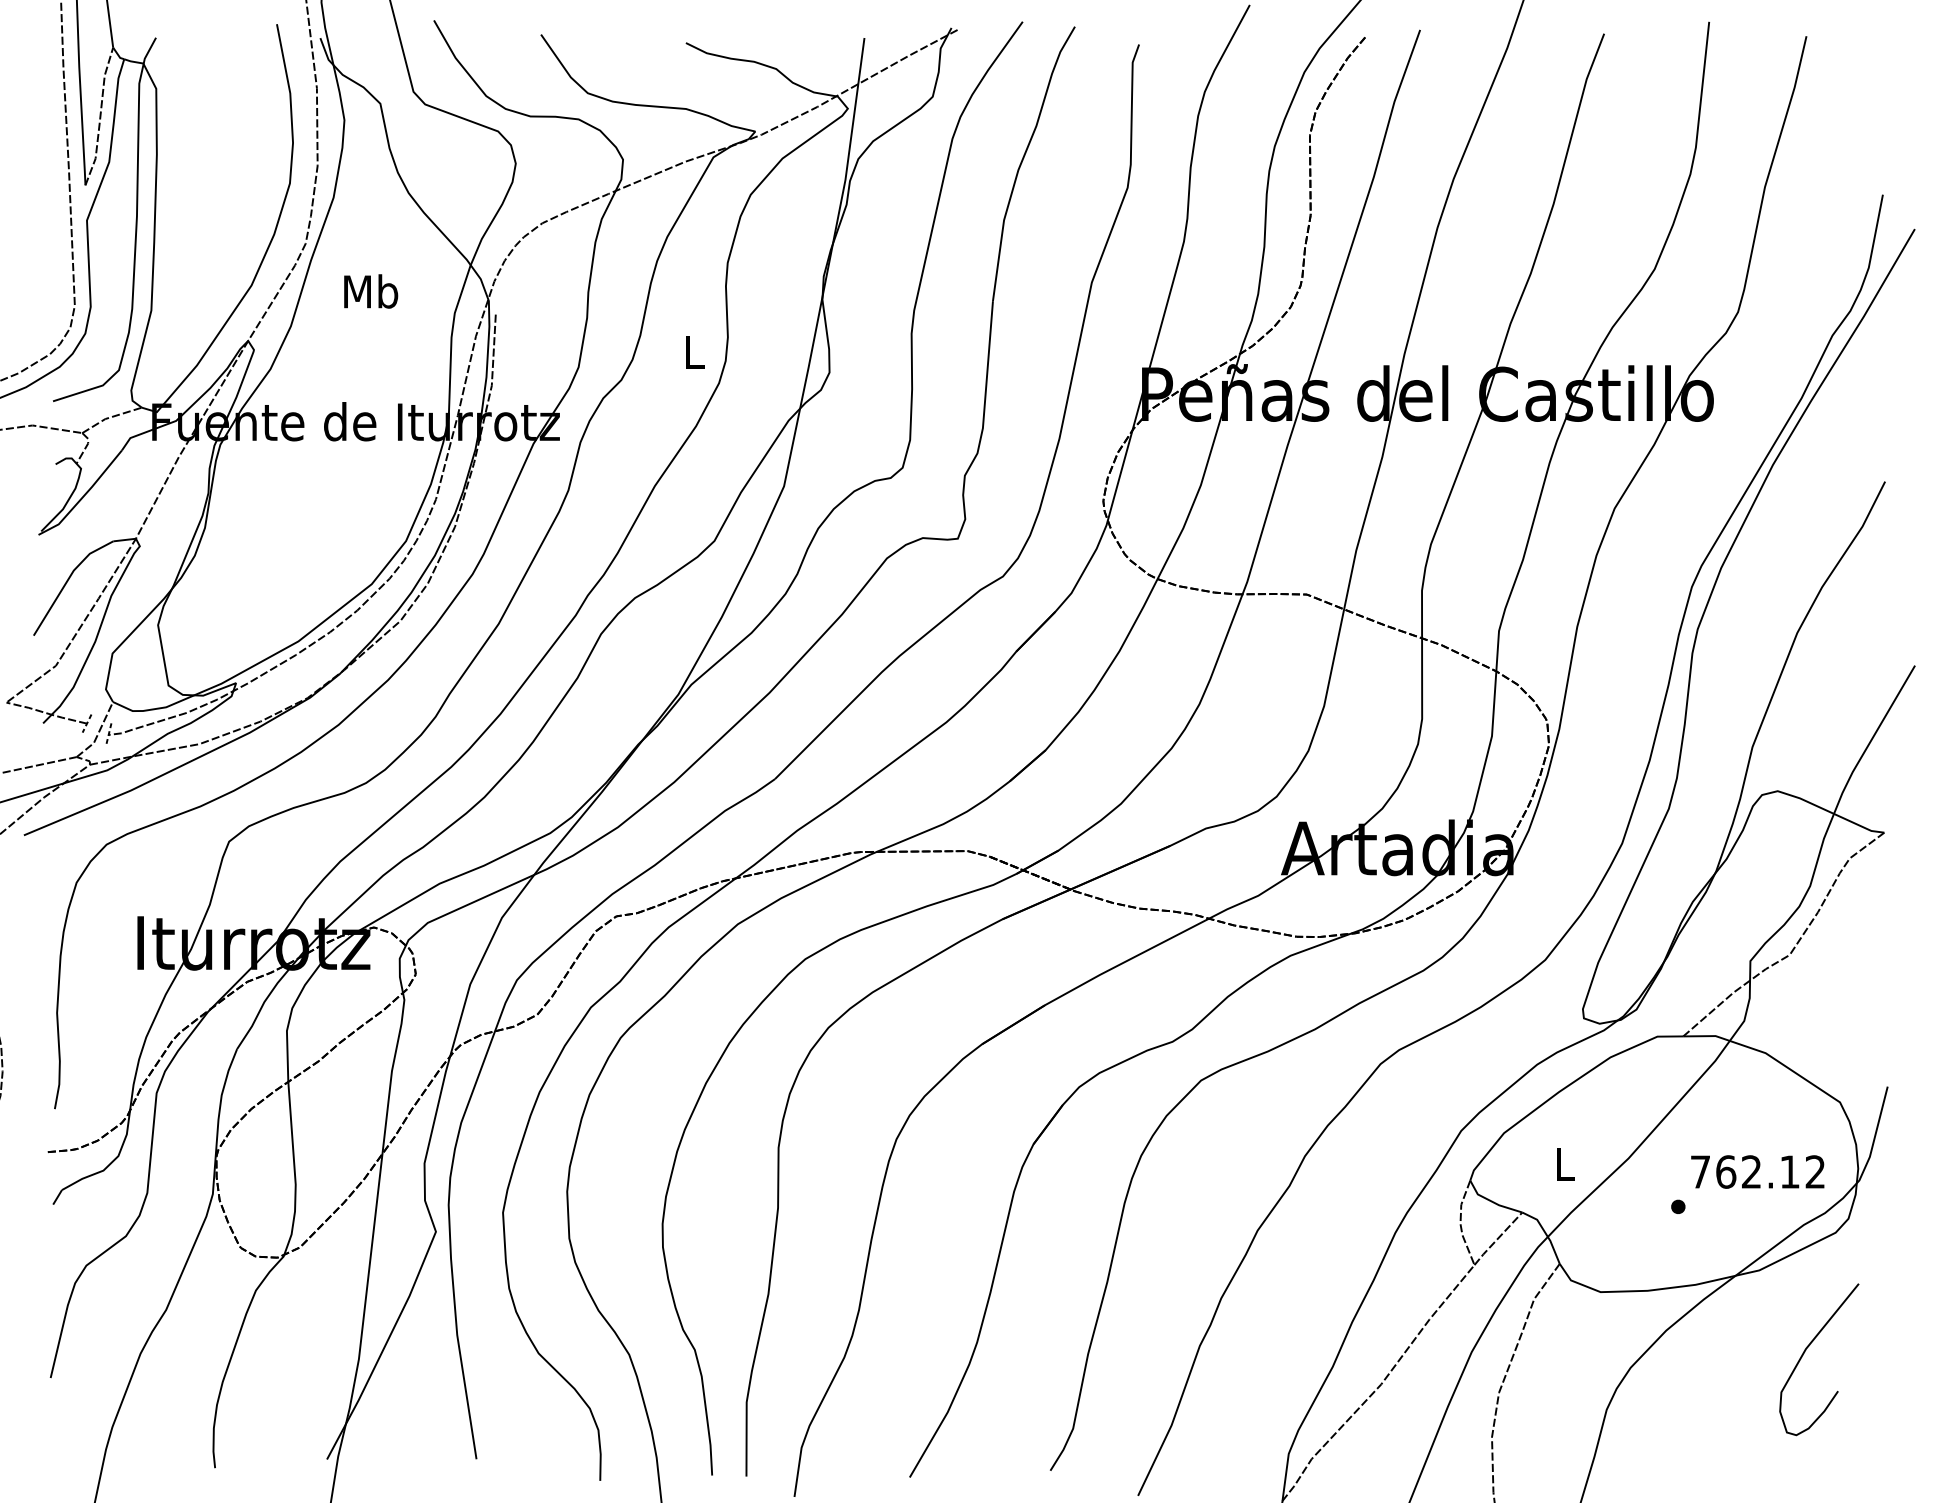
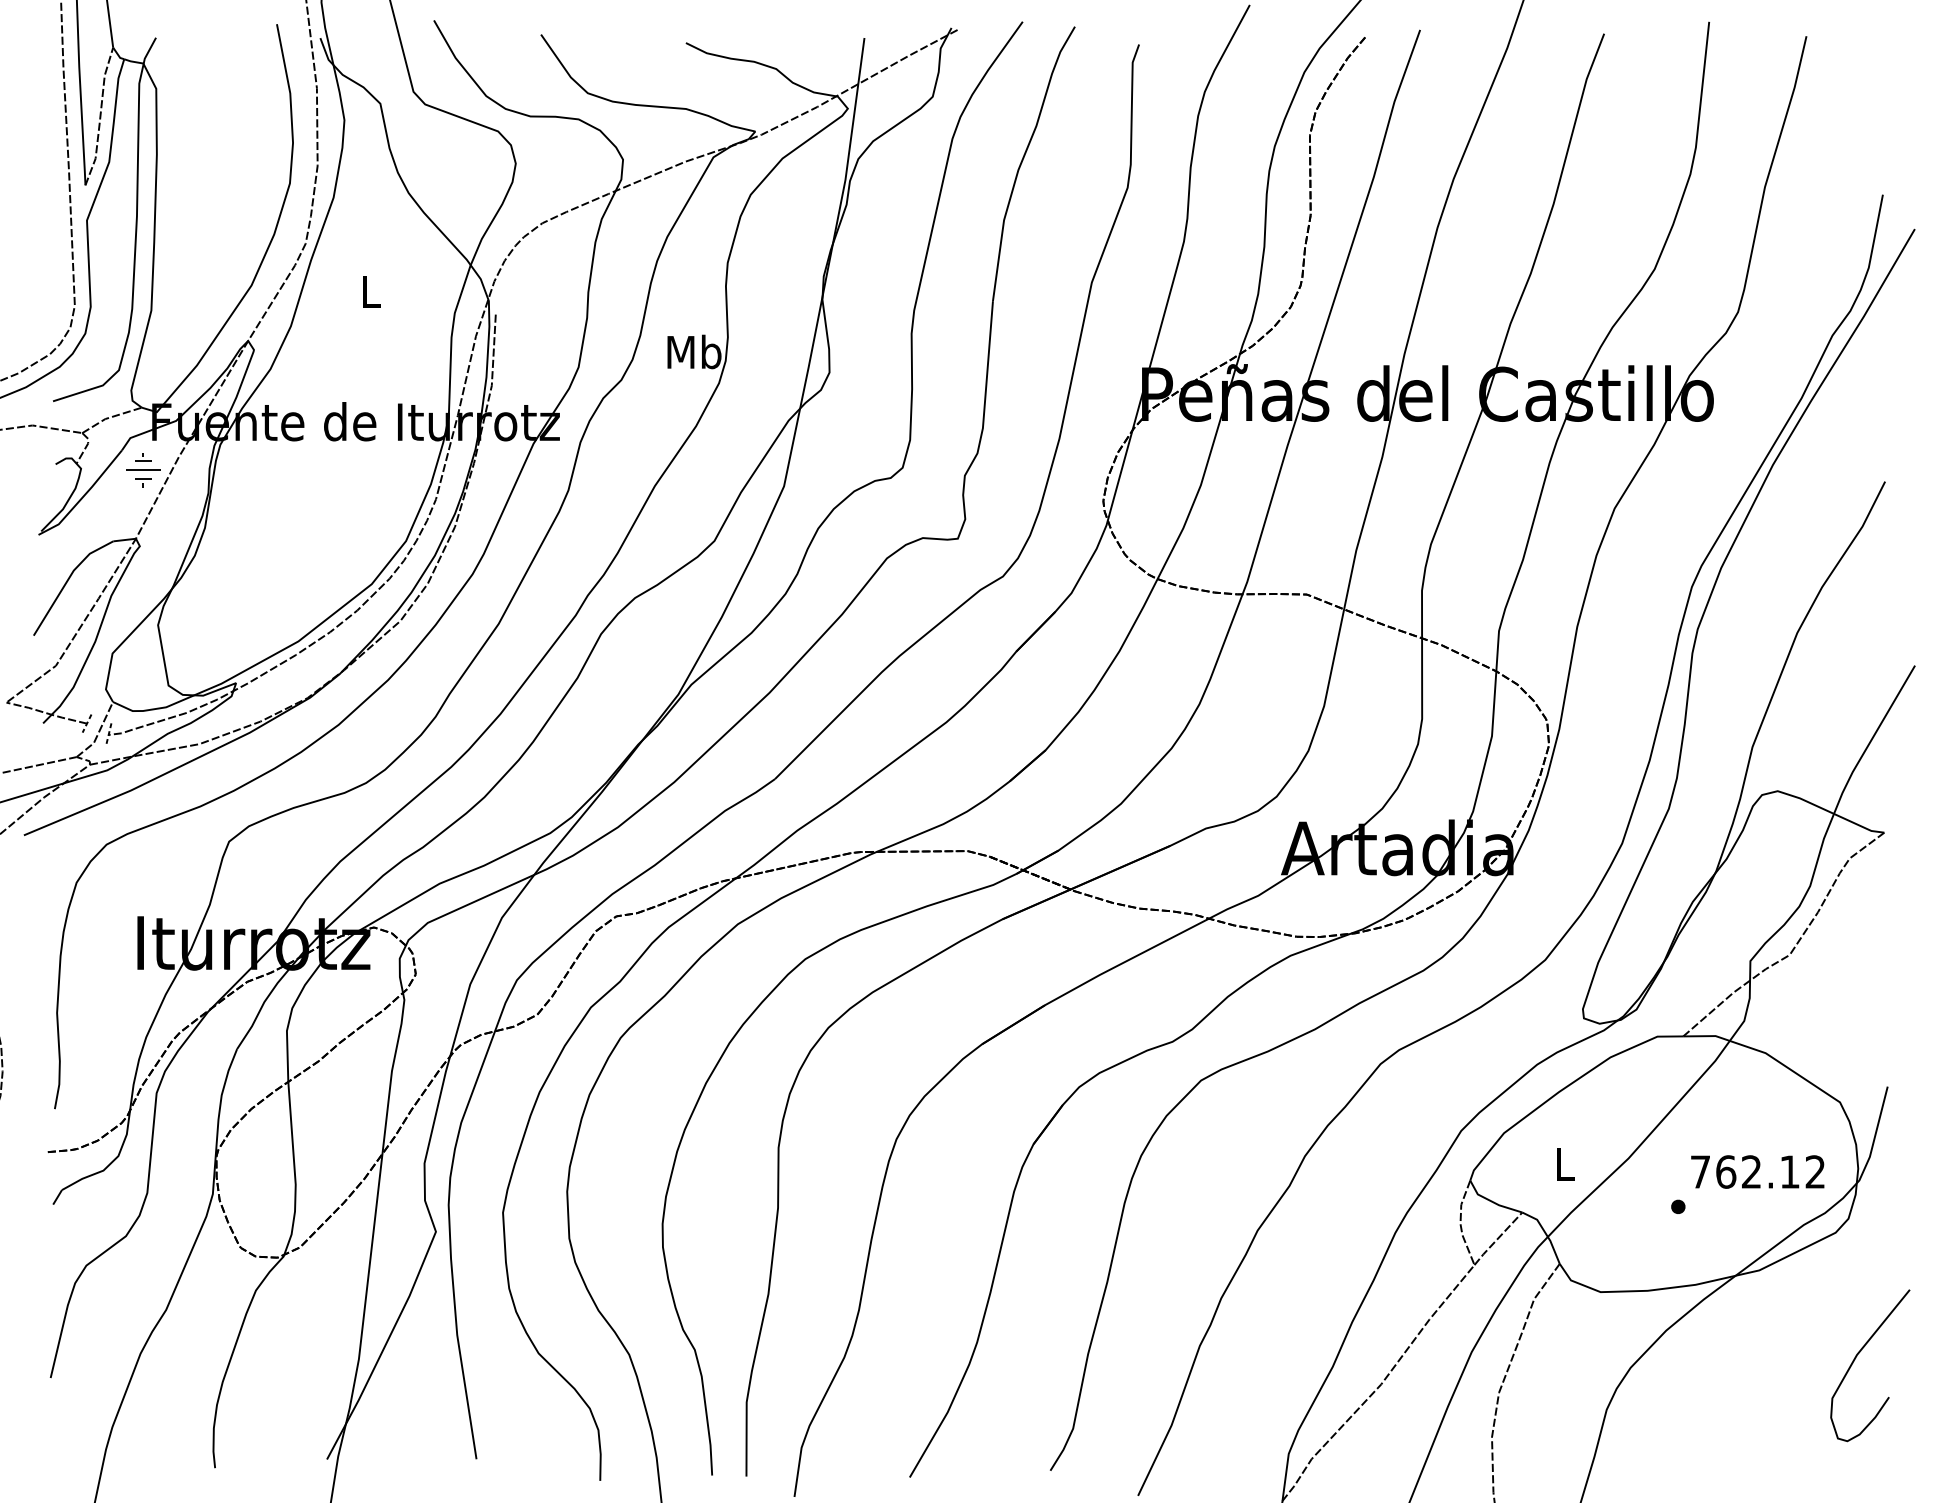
text at (371, 291): Mb -> L
text at (694, 351): L -> Mb
part at (143, 470): none -> present
curve at (1805, 1352) position: (1805, 1352) -> (1856, 1358)
